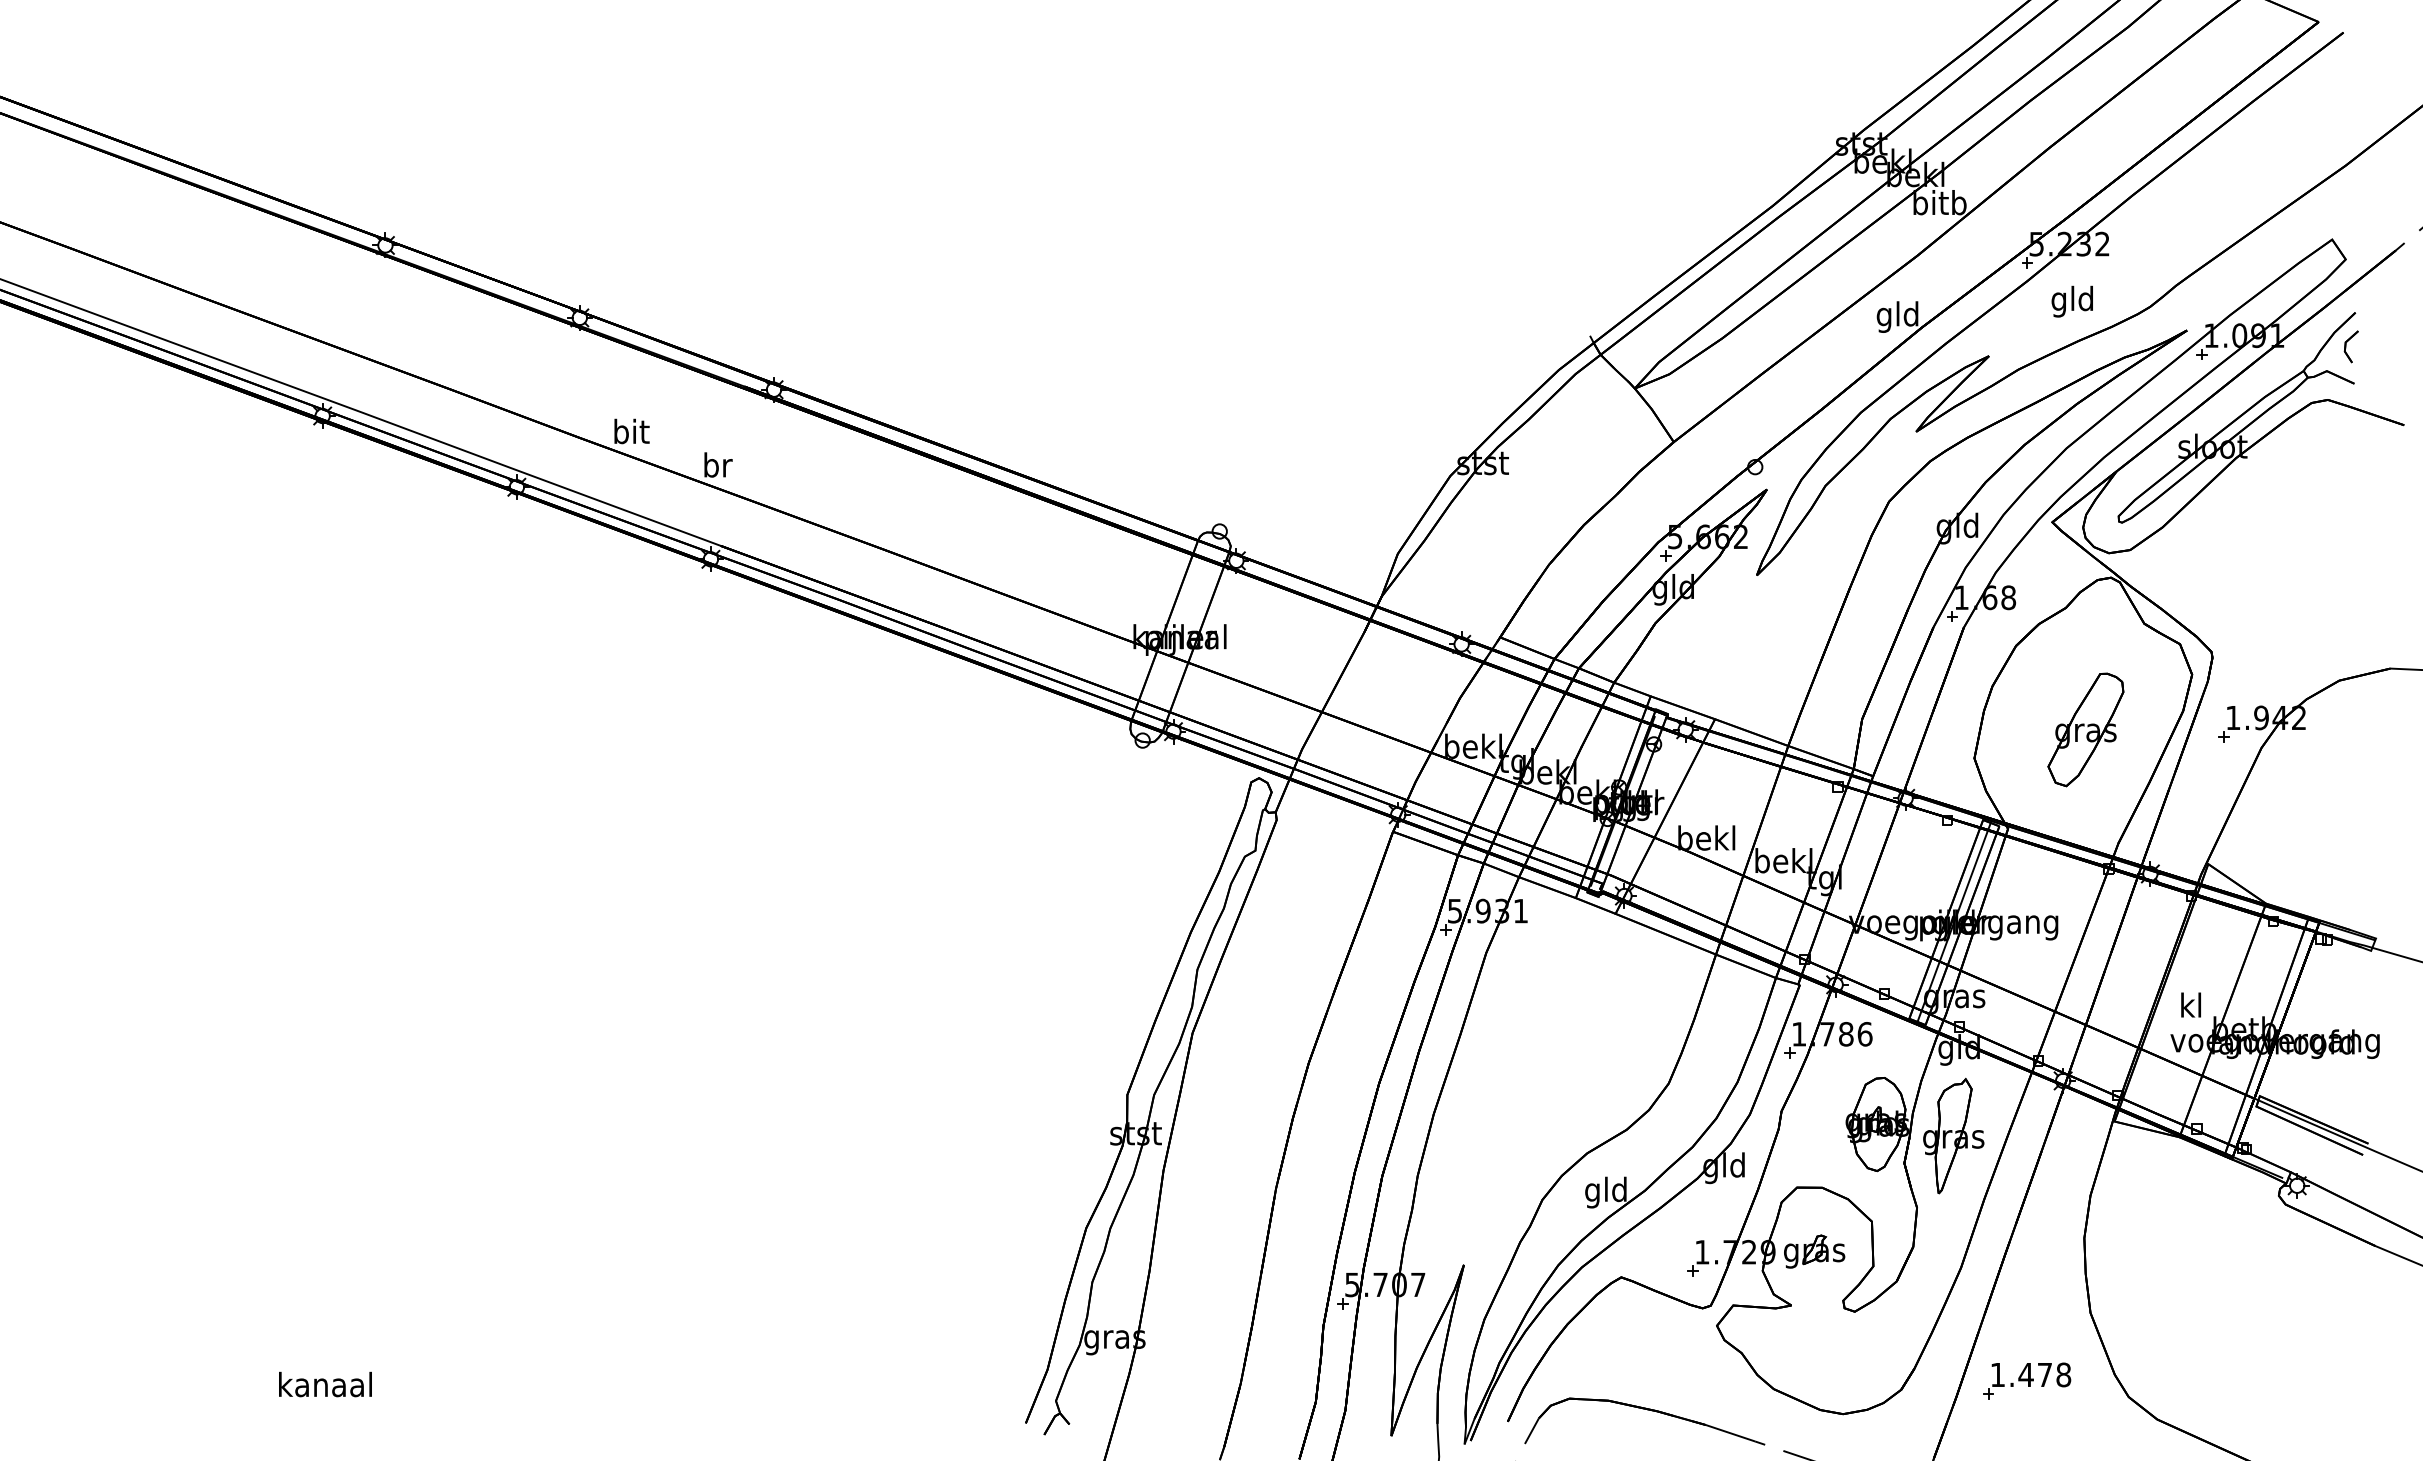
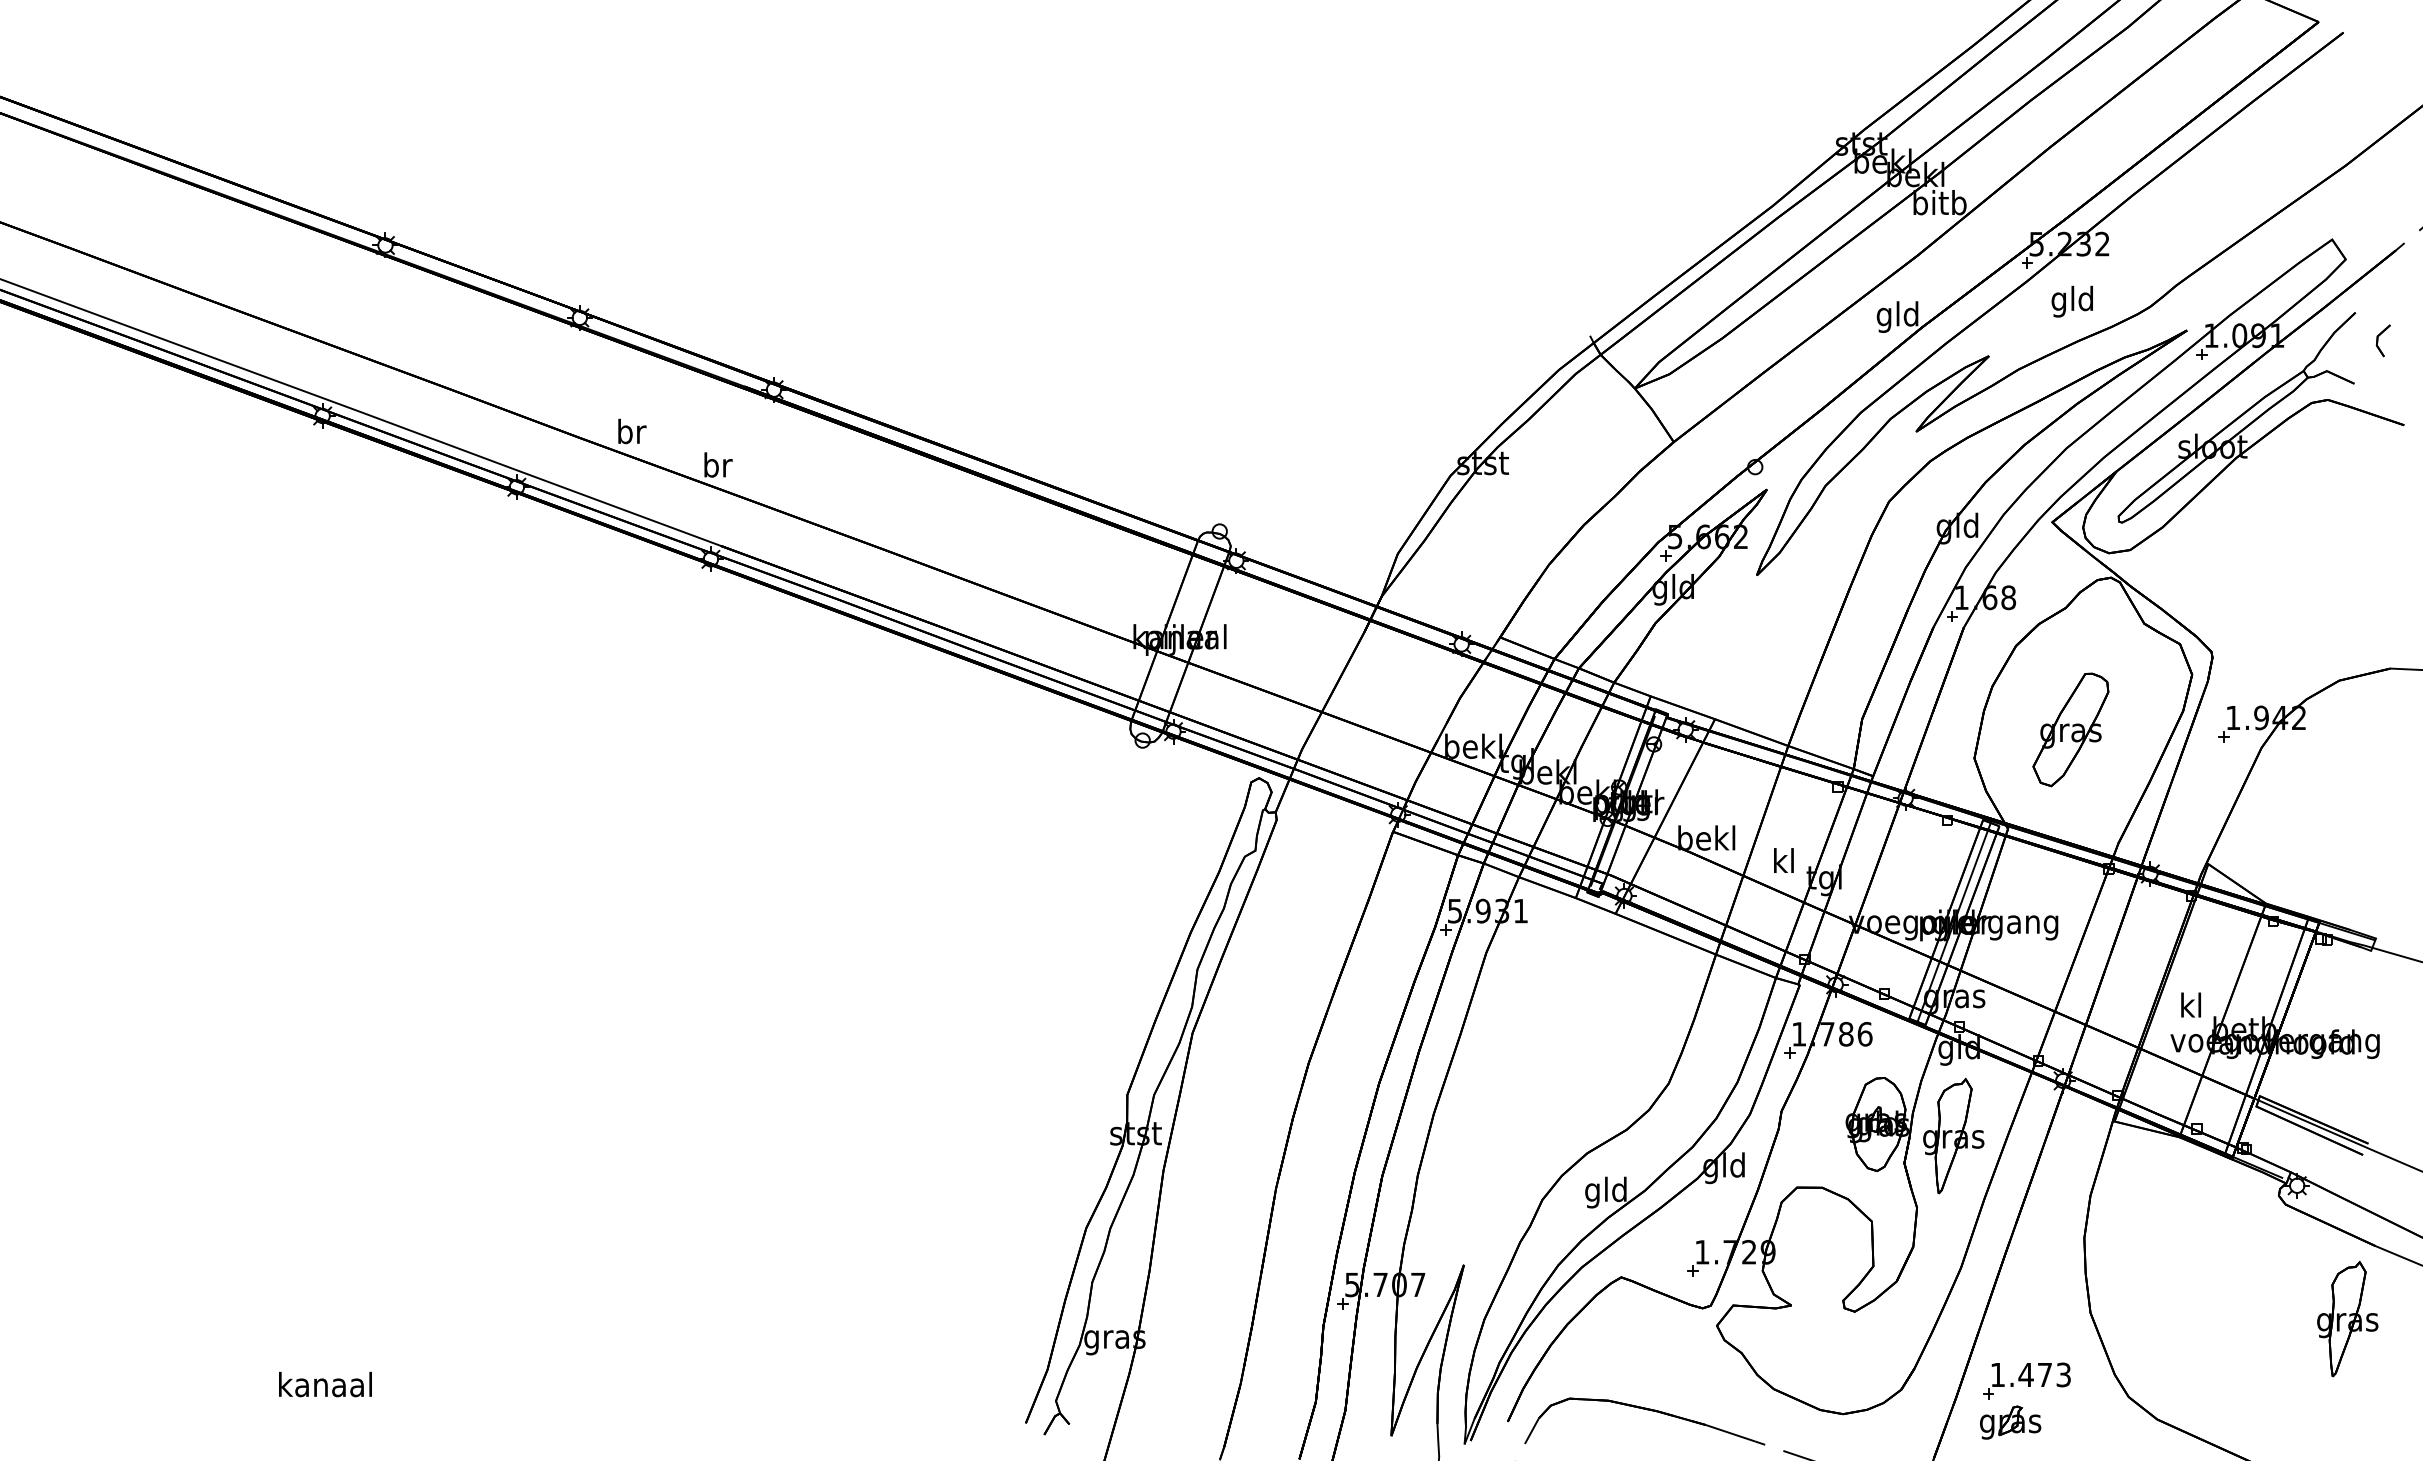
part at (2350, 346) position: (2350, 346) -> (2382, 340)
text at (631, 431): bit -> br
part at (2085, 729) position: (2085, 729) -> (2070, 729)
text at (1783, 860): bekl -> kl
part at (1814, 1251) position: (1814, 1251) -> (2010, 1422)
part at (2347, 1318): none -> present
text at (2063, 1374): 1.478 -> 1.473
